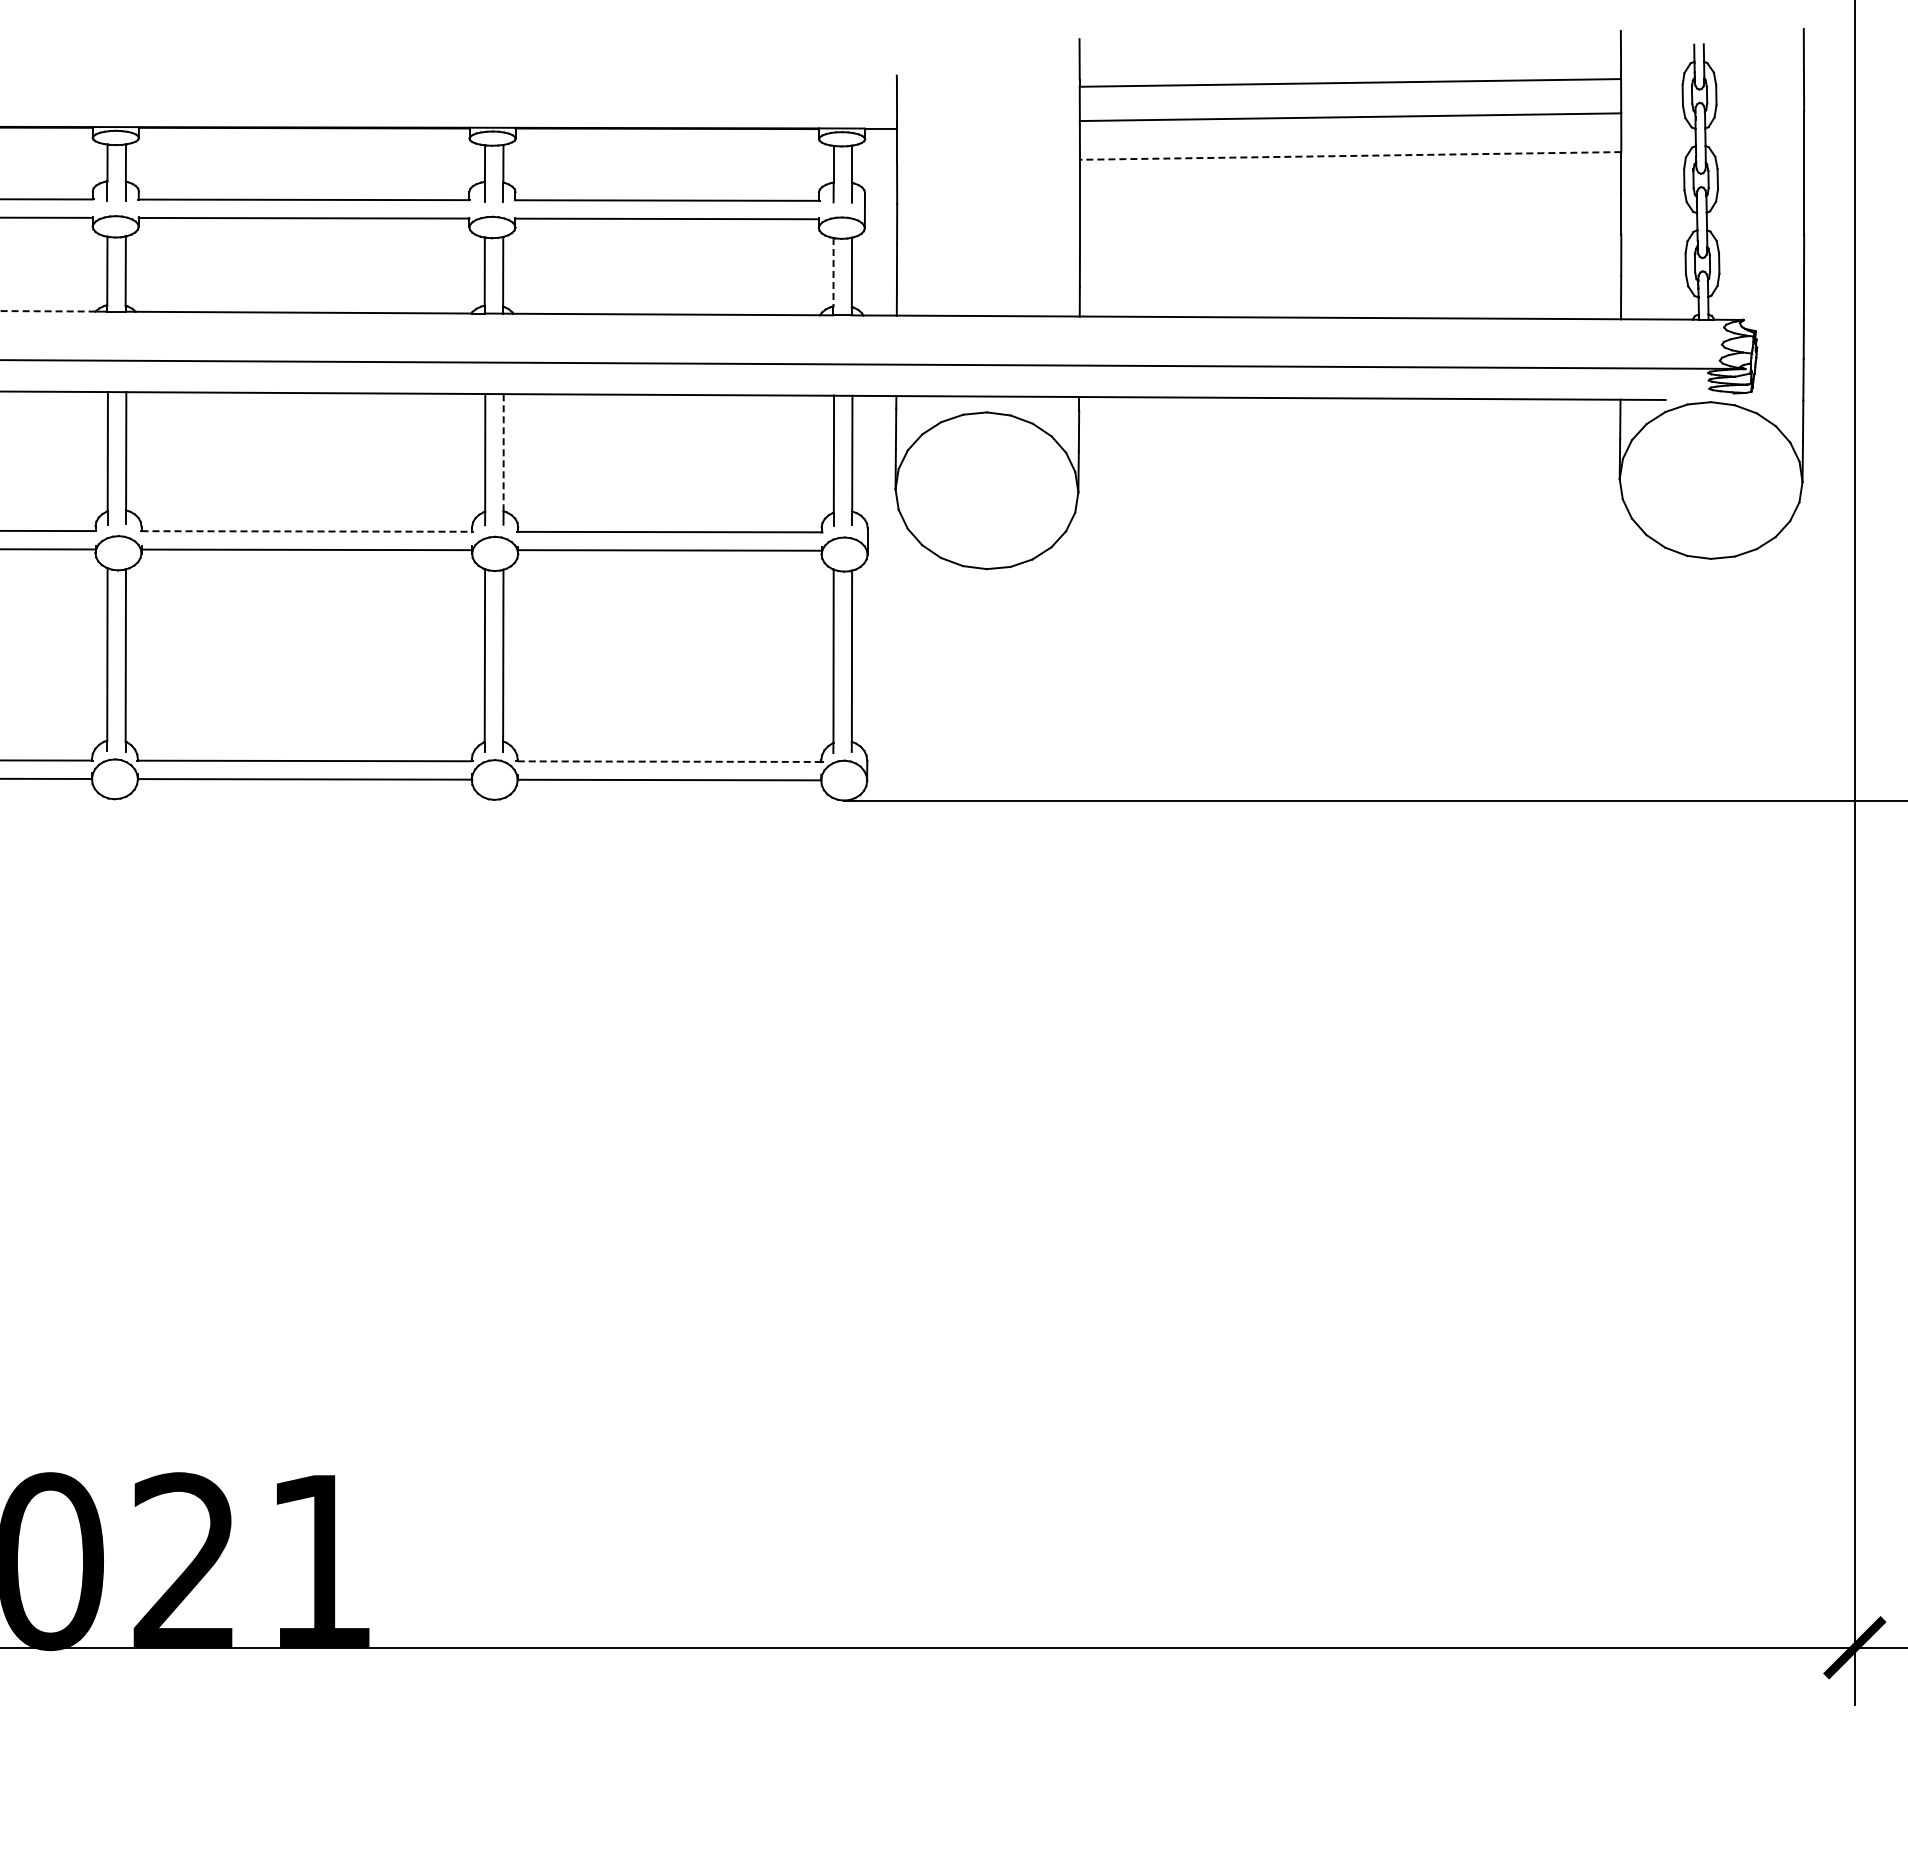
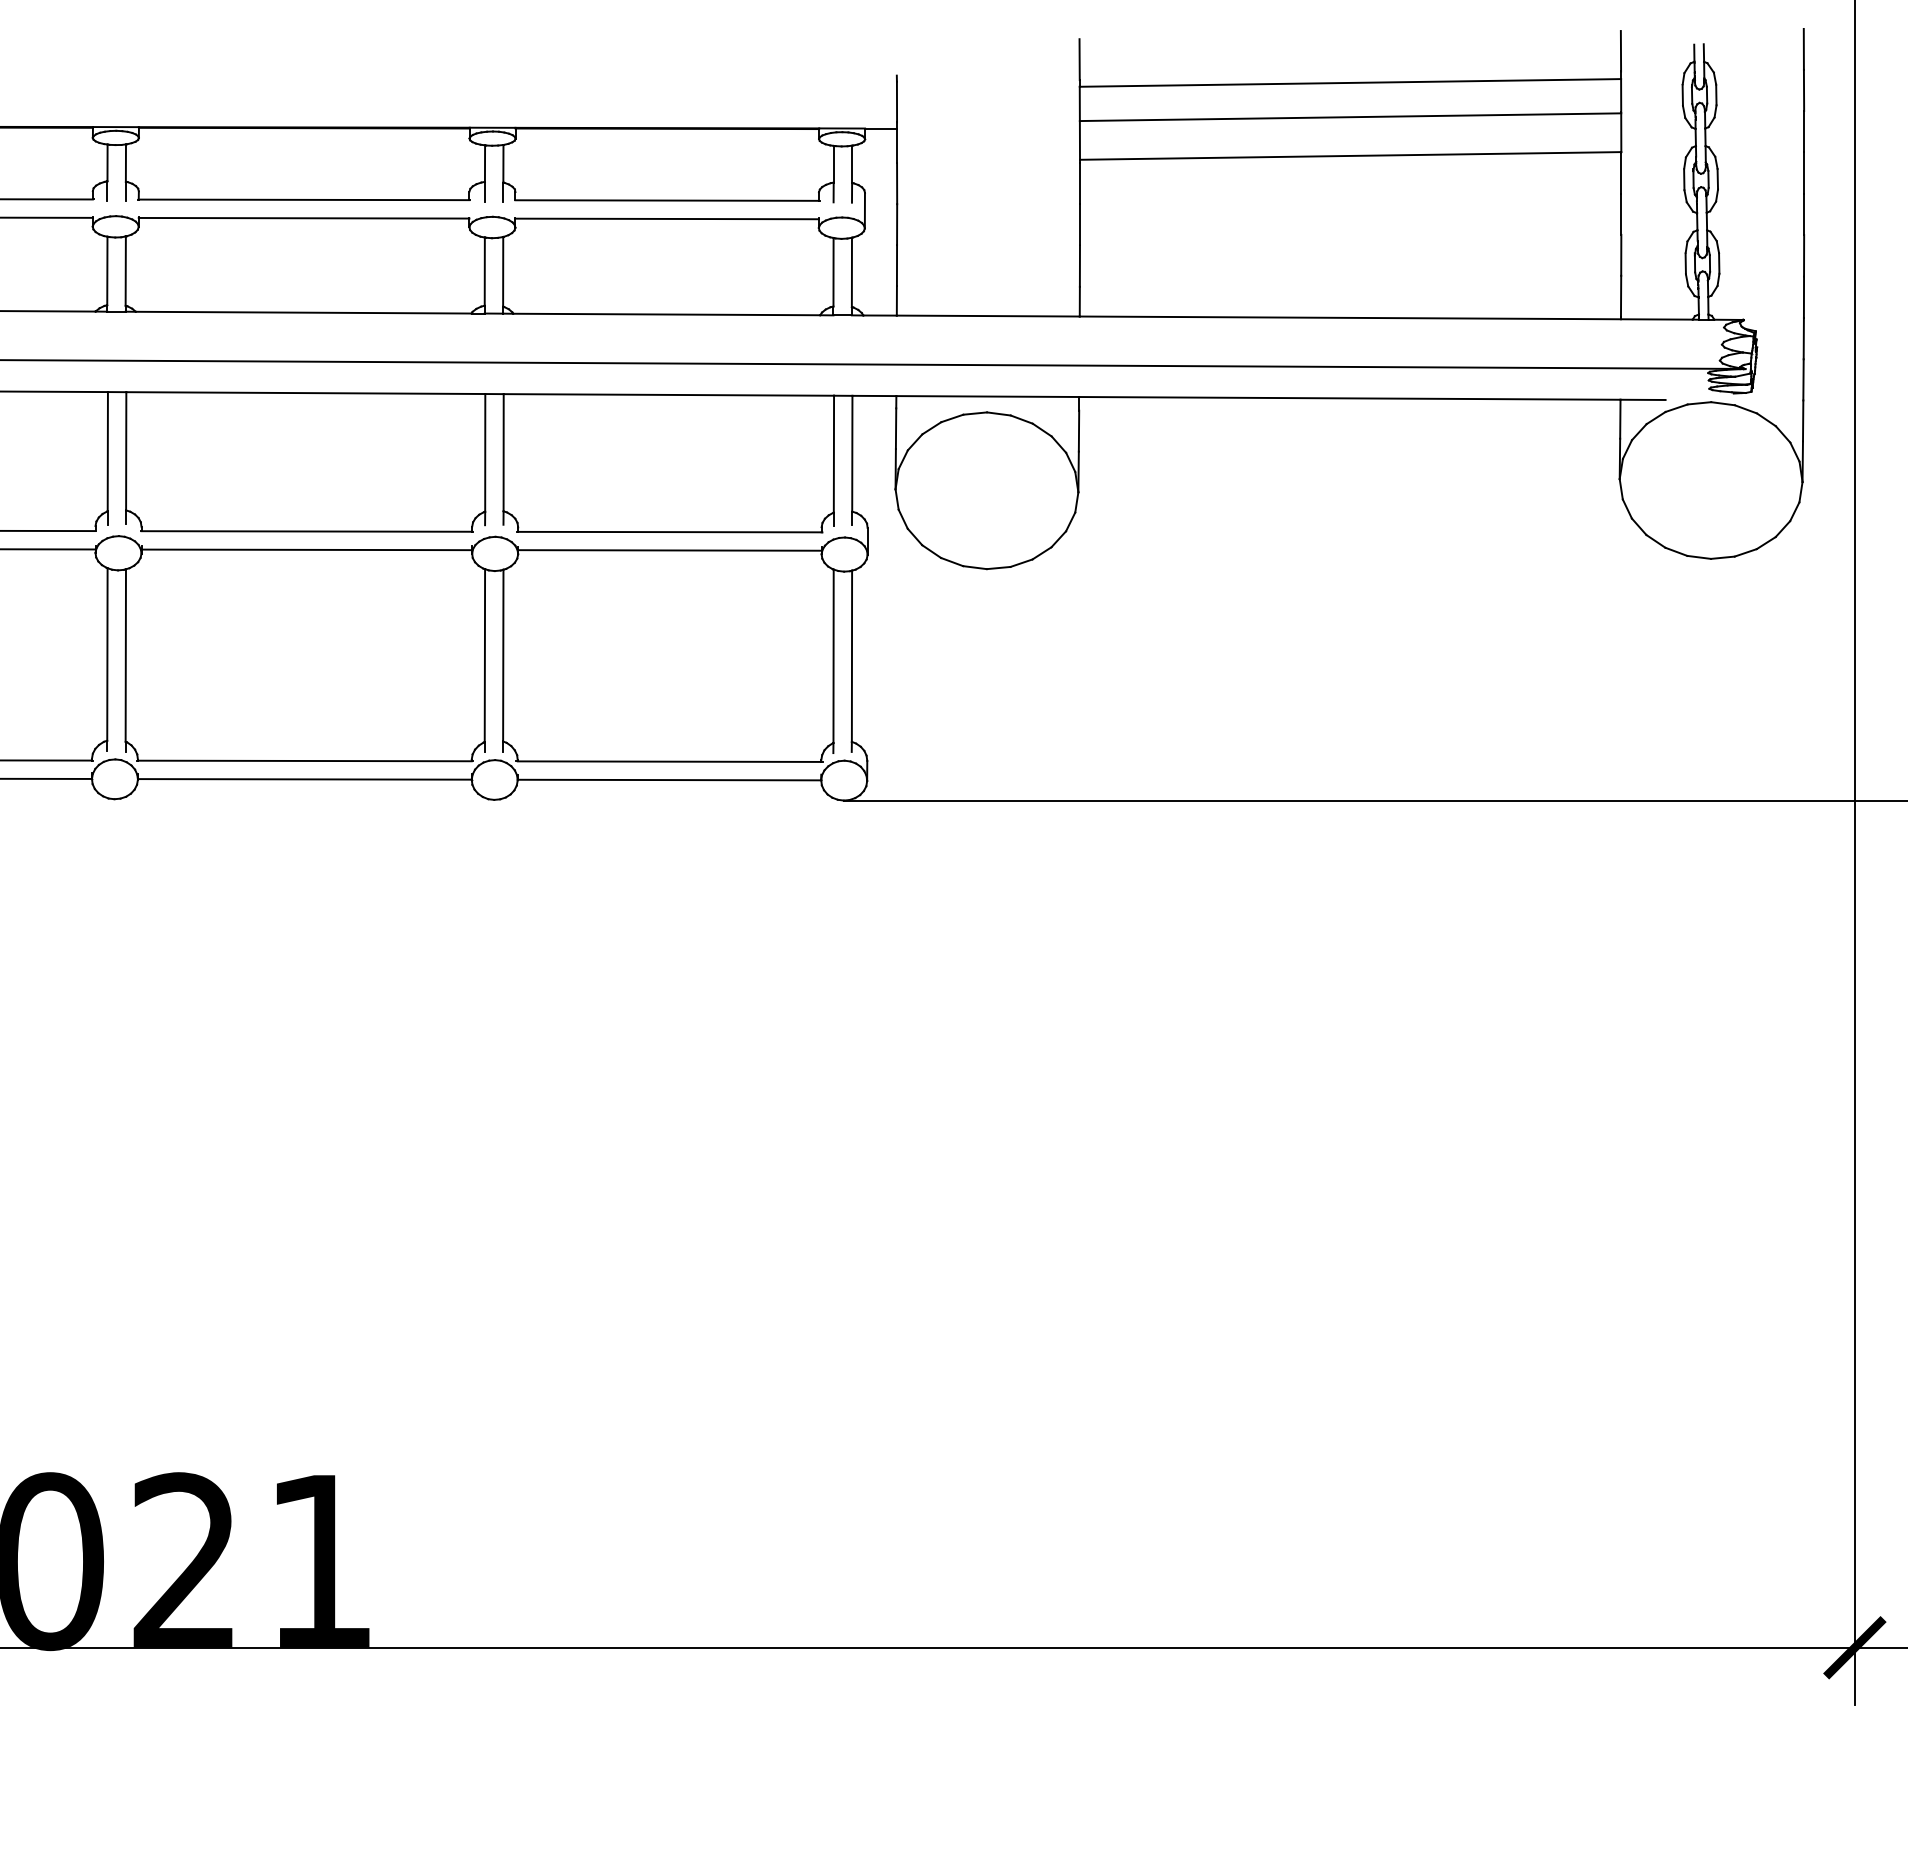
line at (1350, 155): dashed -> solid
line at (833, 272): dashed -> solid
line at (47, 311): dashed -> solid
line at (503, 452): dashed -> solid
line at (307, 531): dashed -> solid
line at (669, 761): dashed -> solid
